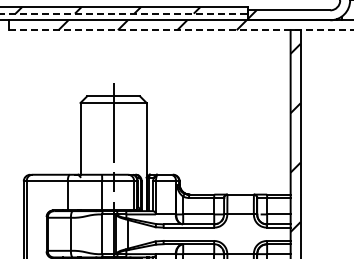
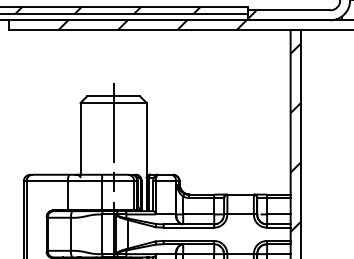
line at (123, 13): dashed -> solid
line at (182, 30): dashed -> solid
